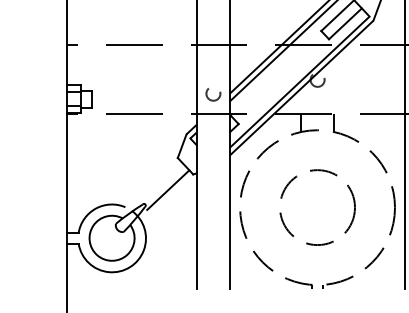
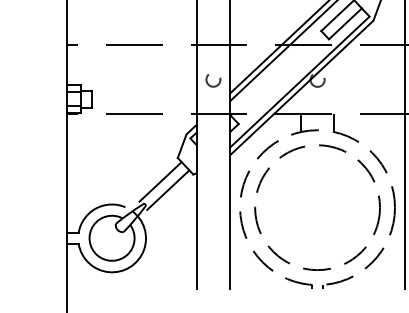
circle at (213, 94) position: (213, 94) -> (213, 80)
line at (160, 181): none -> present
circle at (317, 207) size: 77x77 px -> 127x127 px
